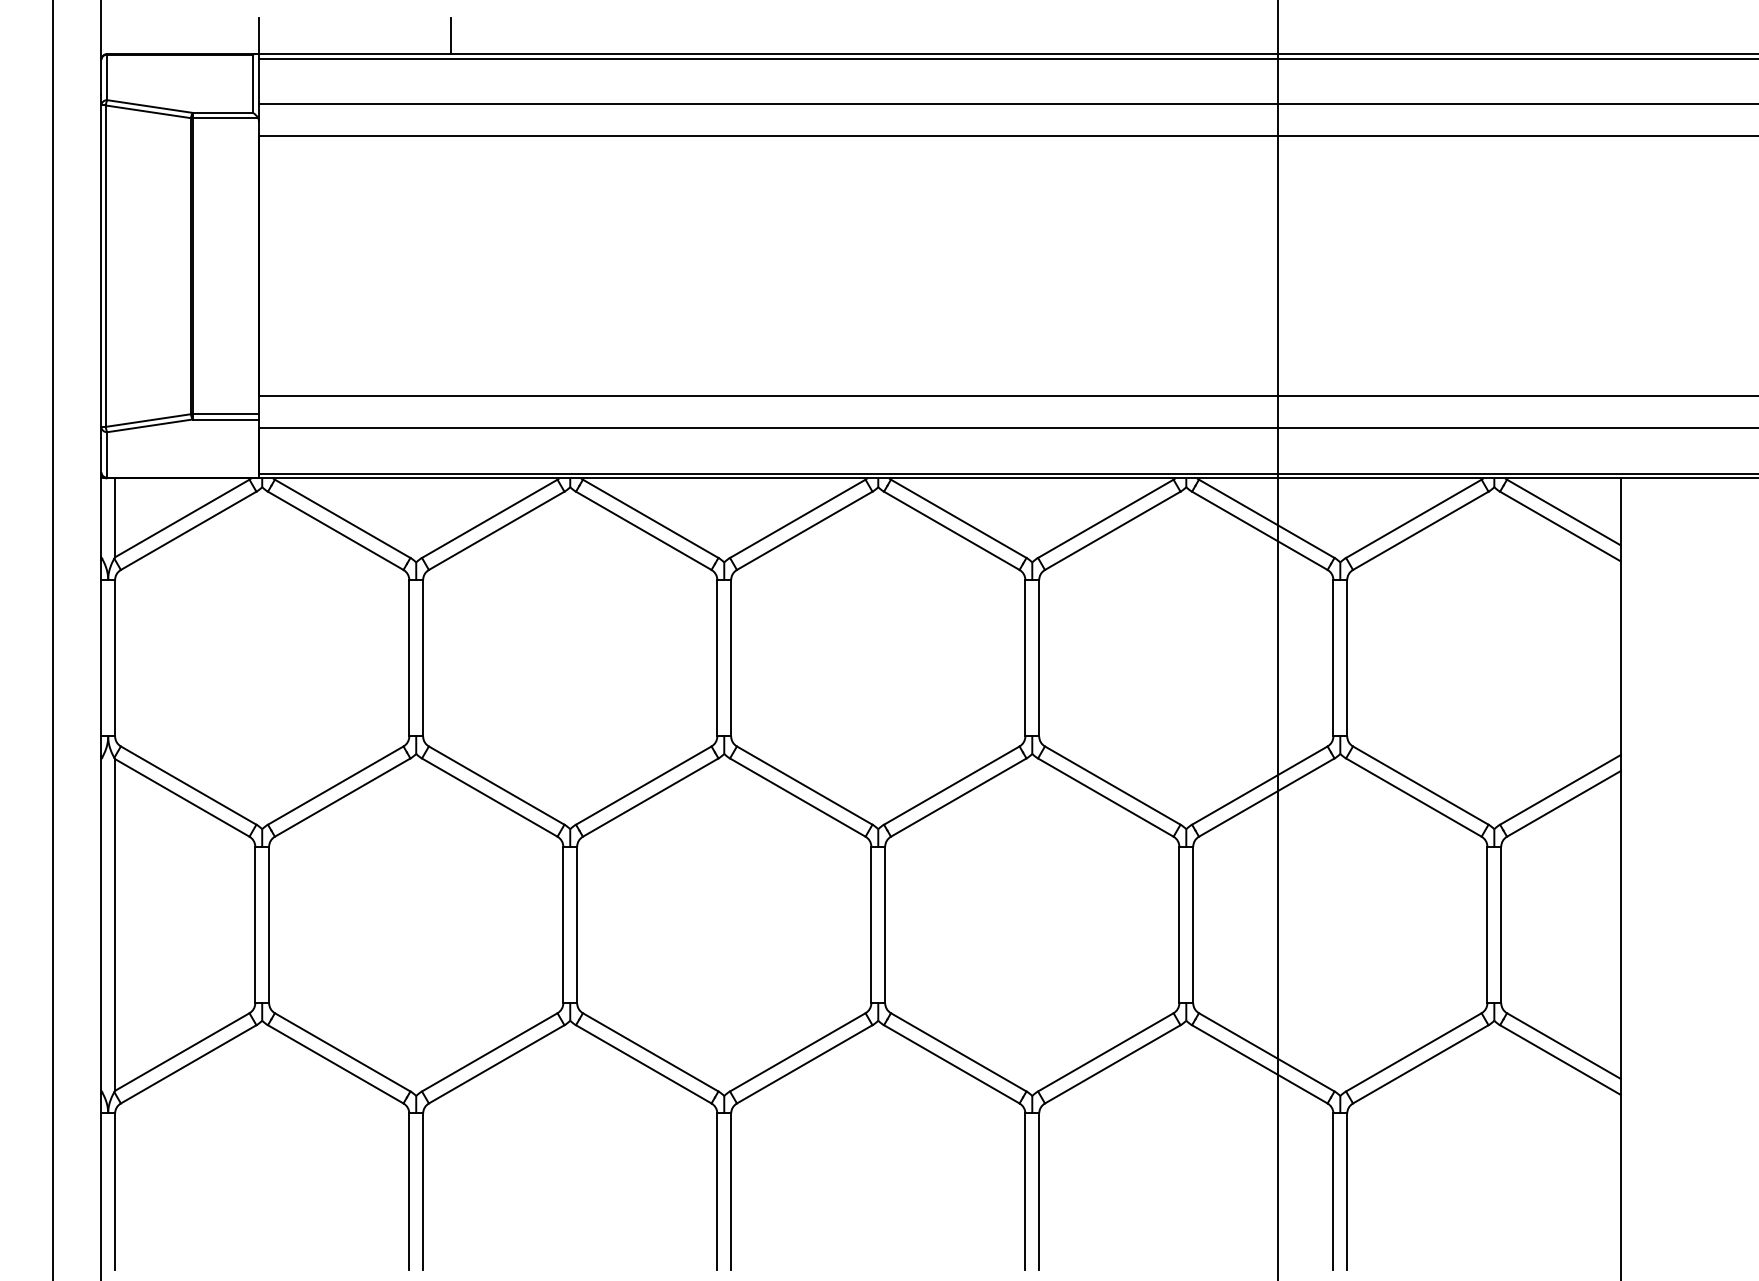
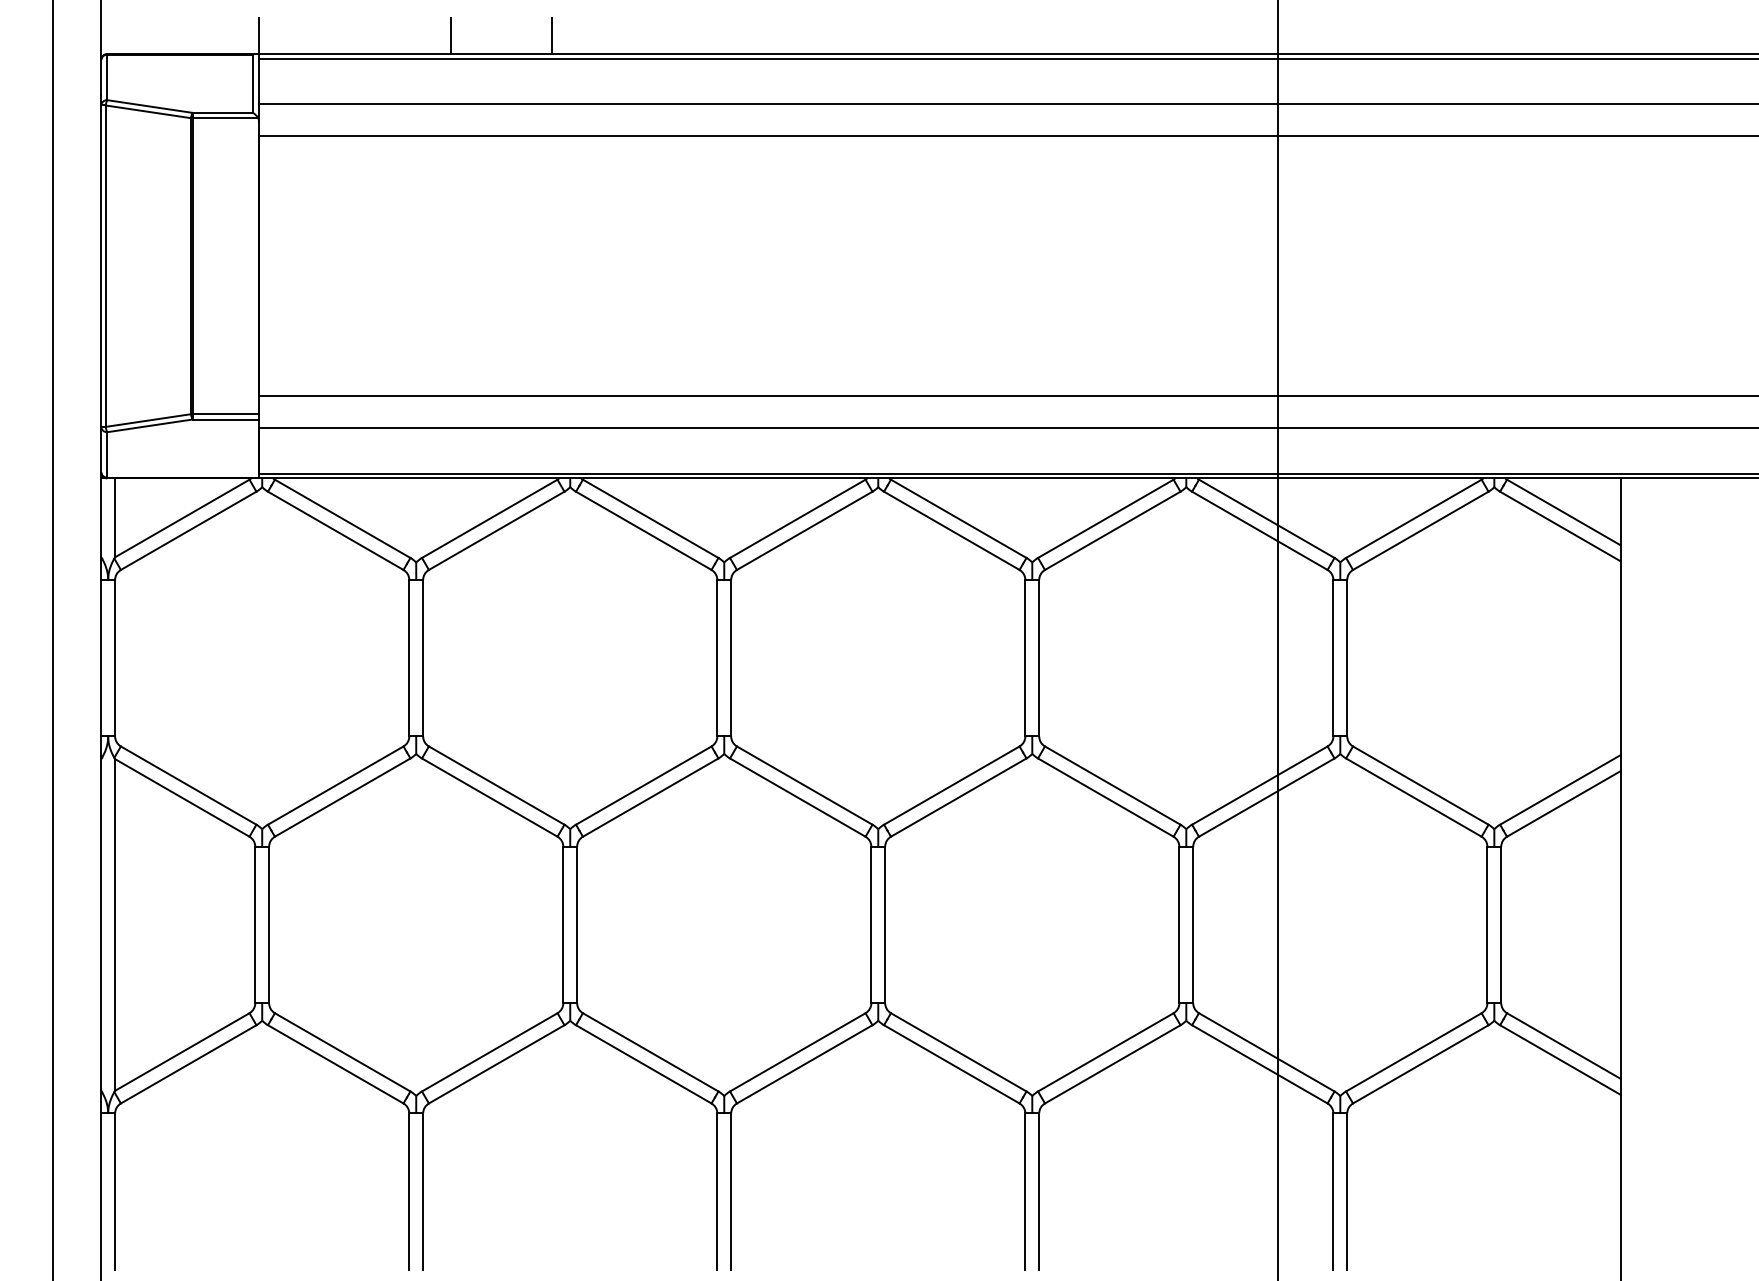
line at (551, 35): none -> present
